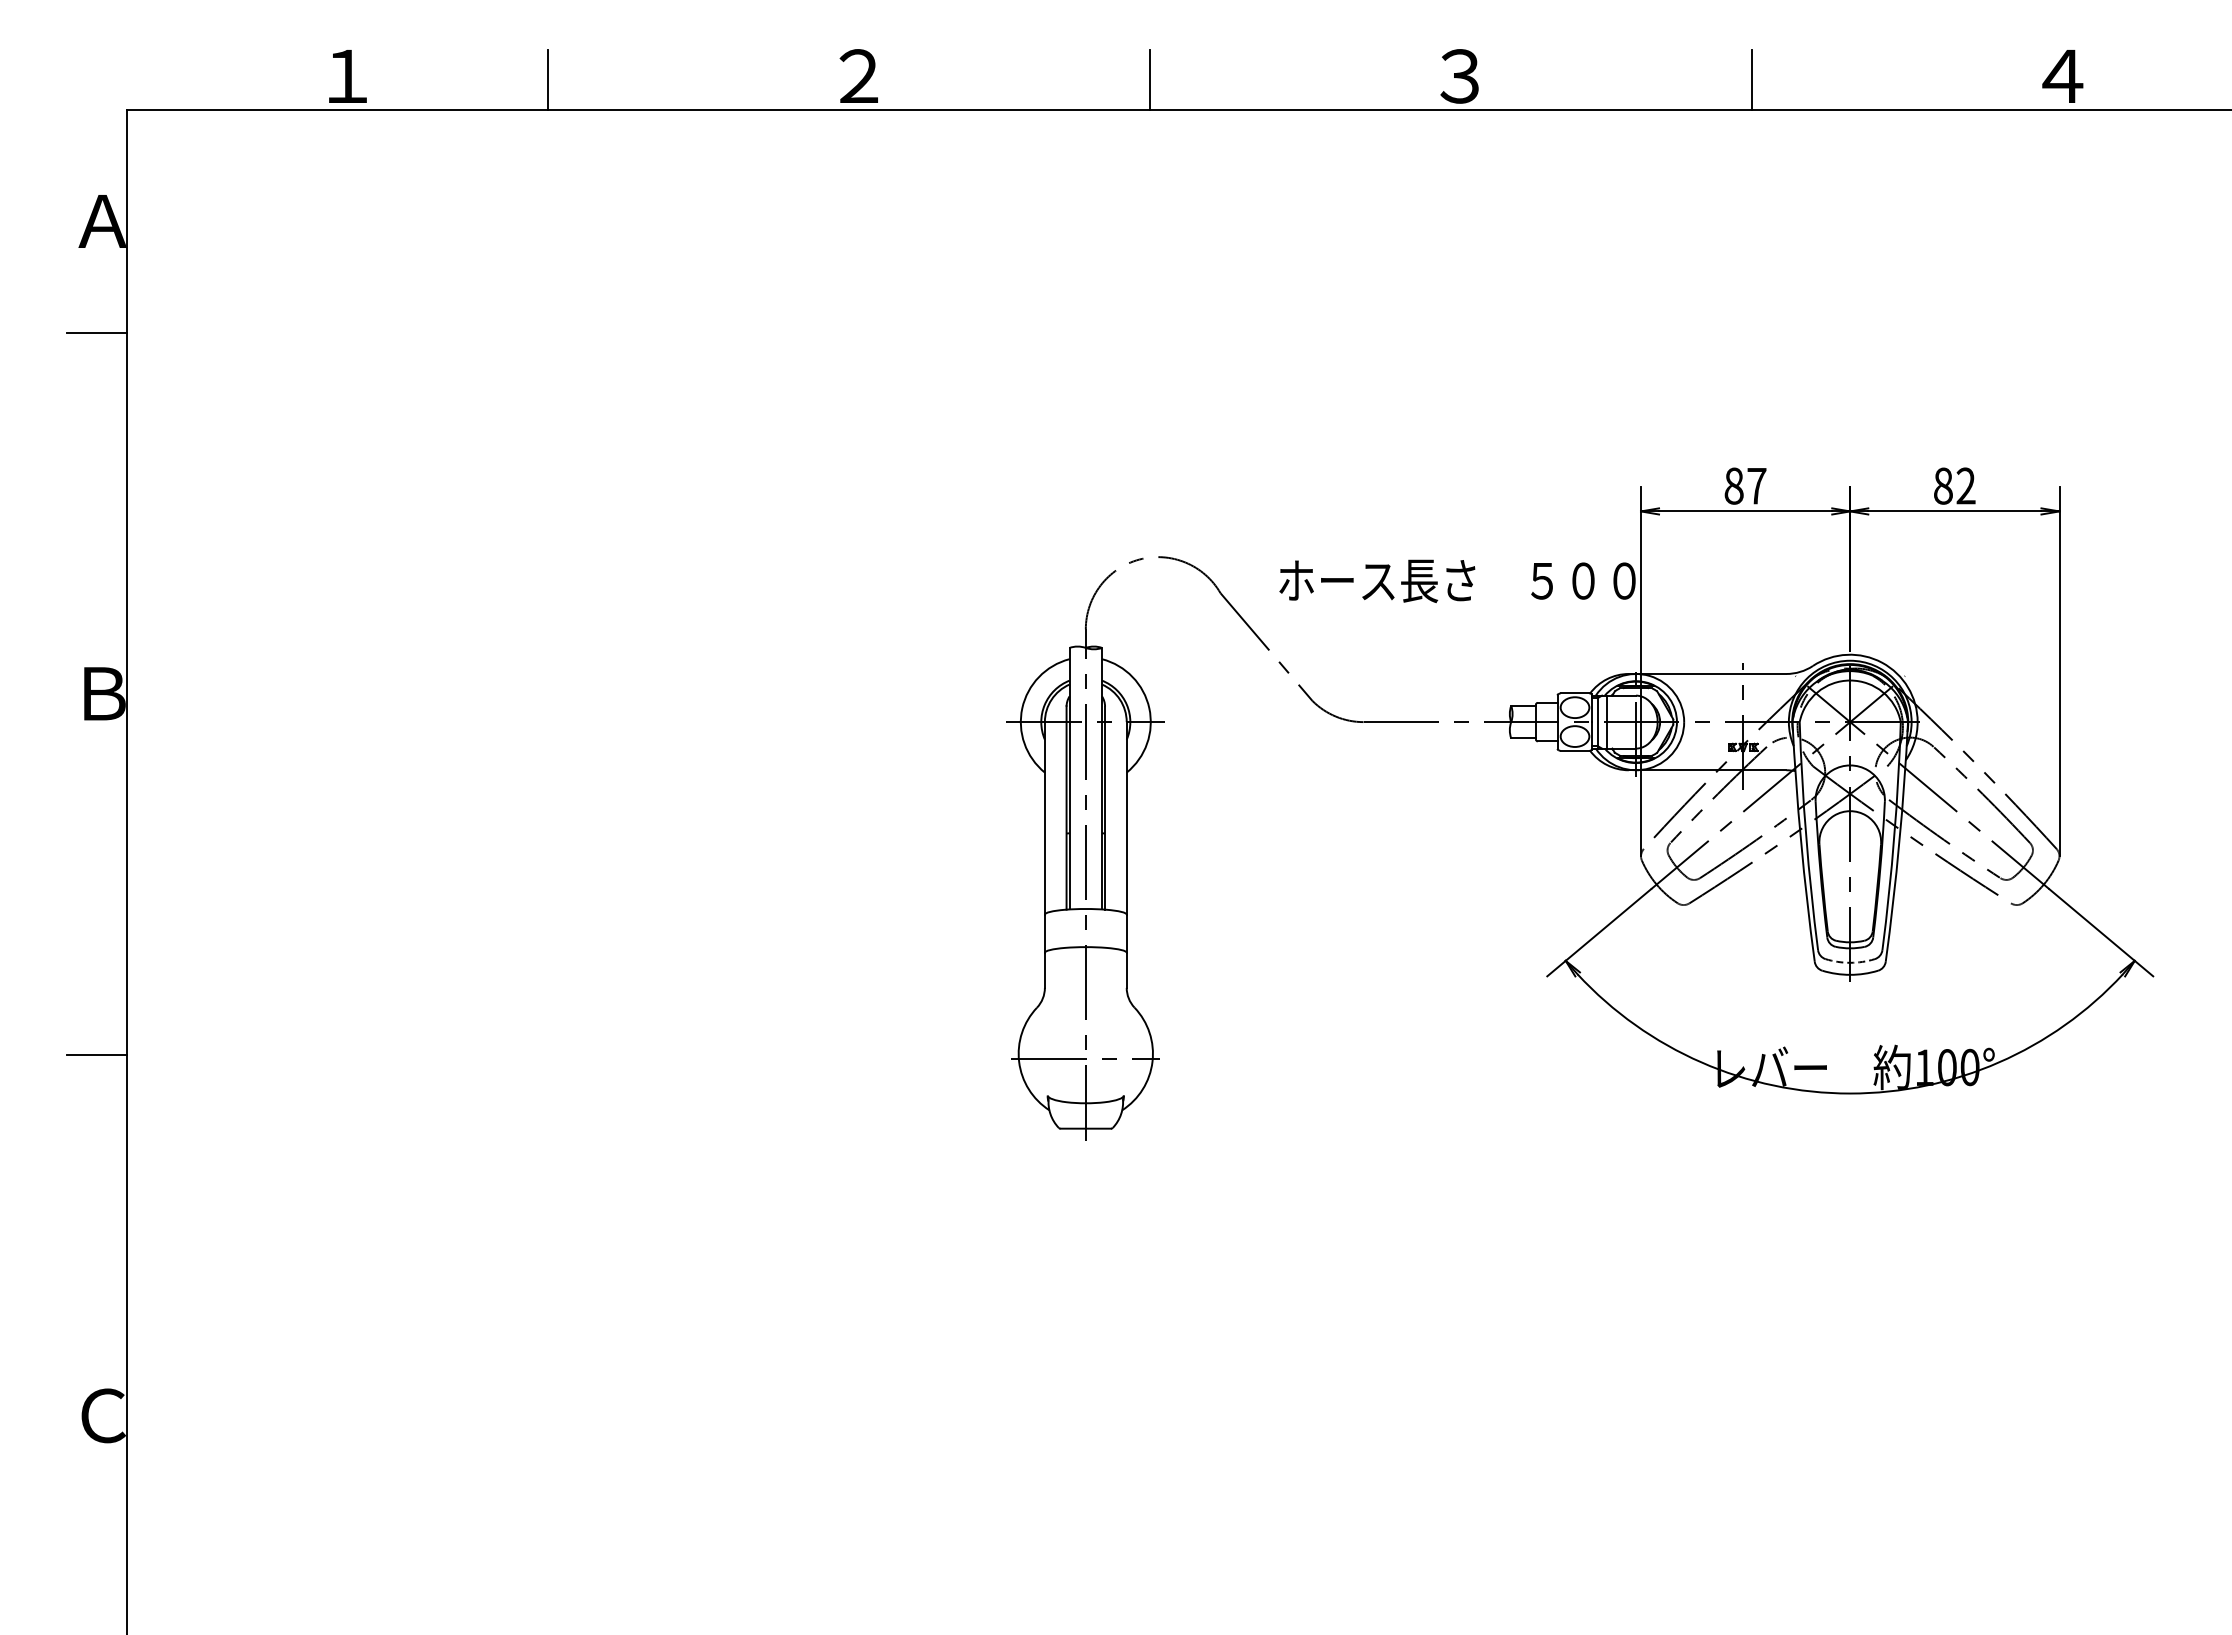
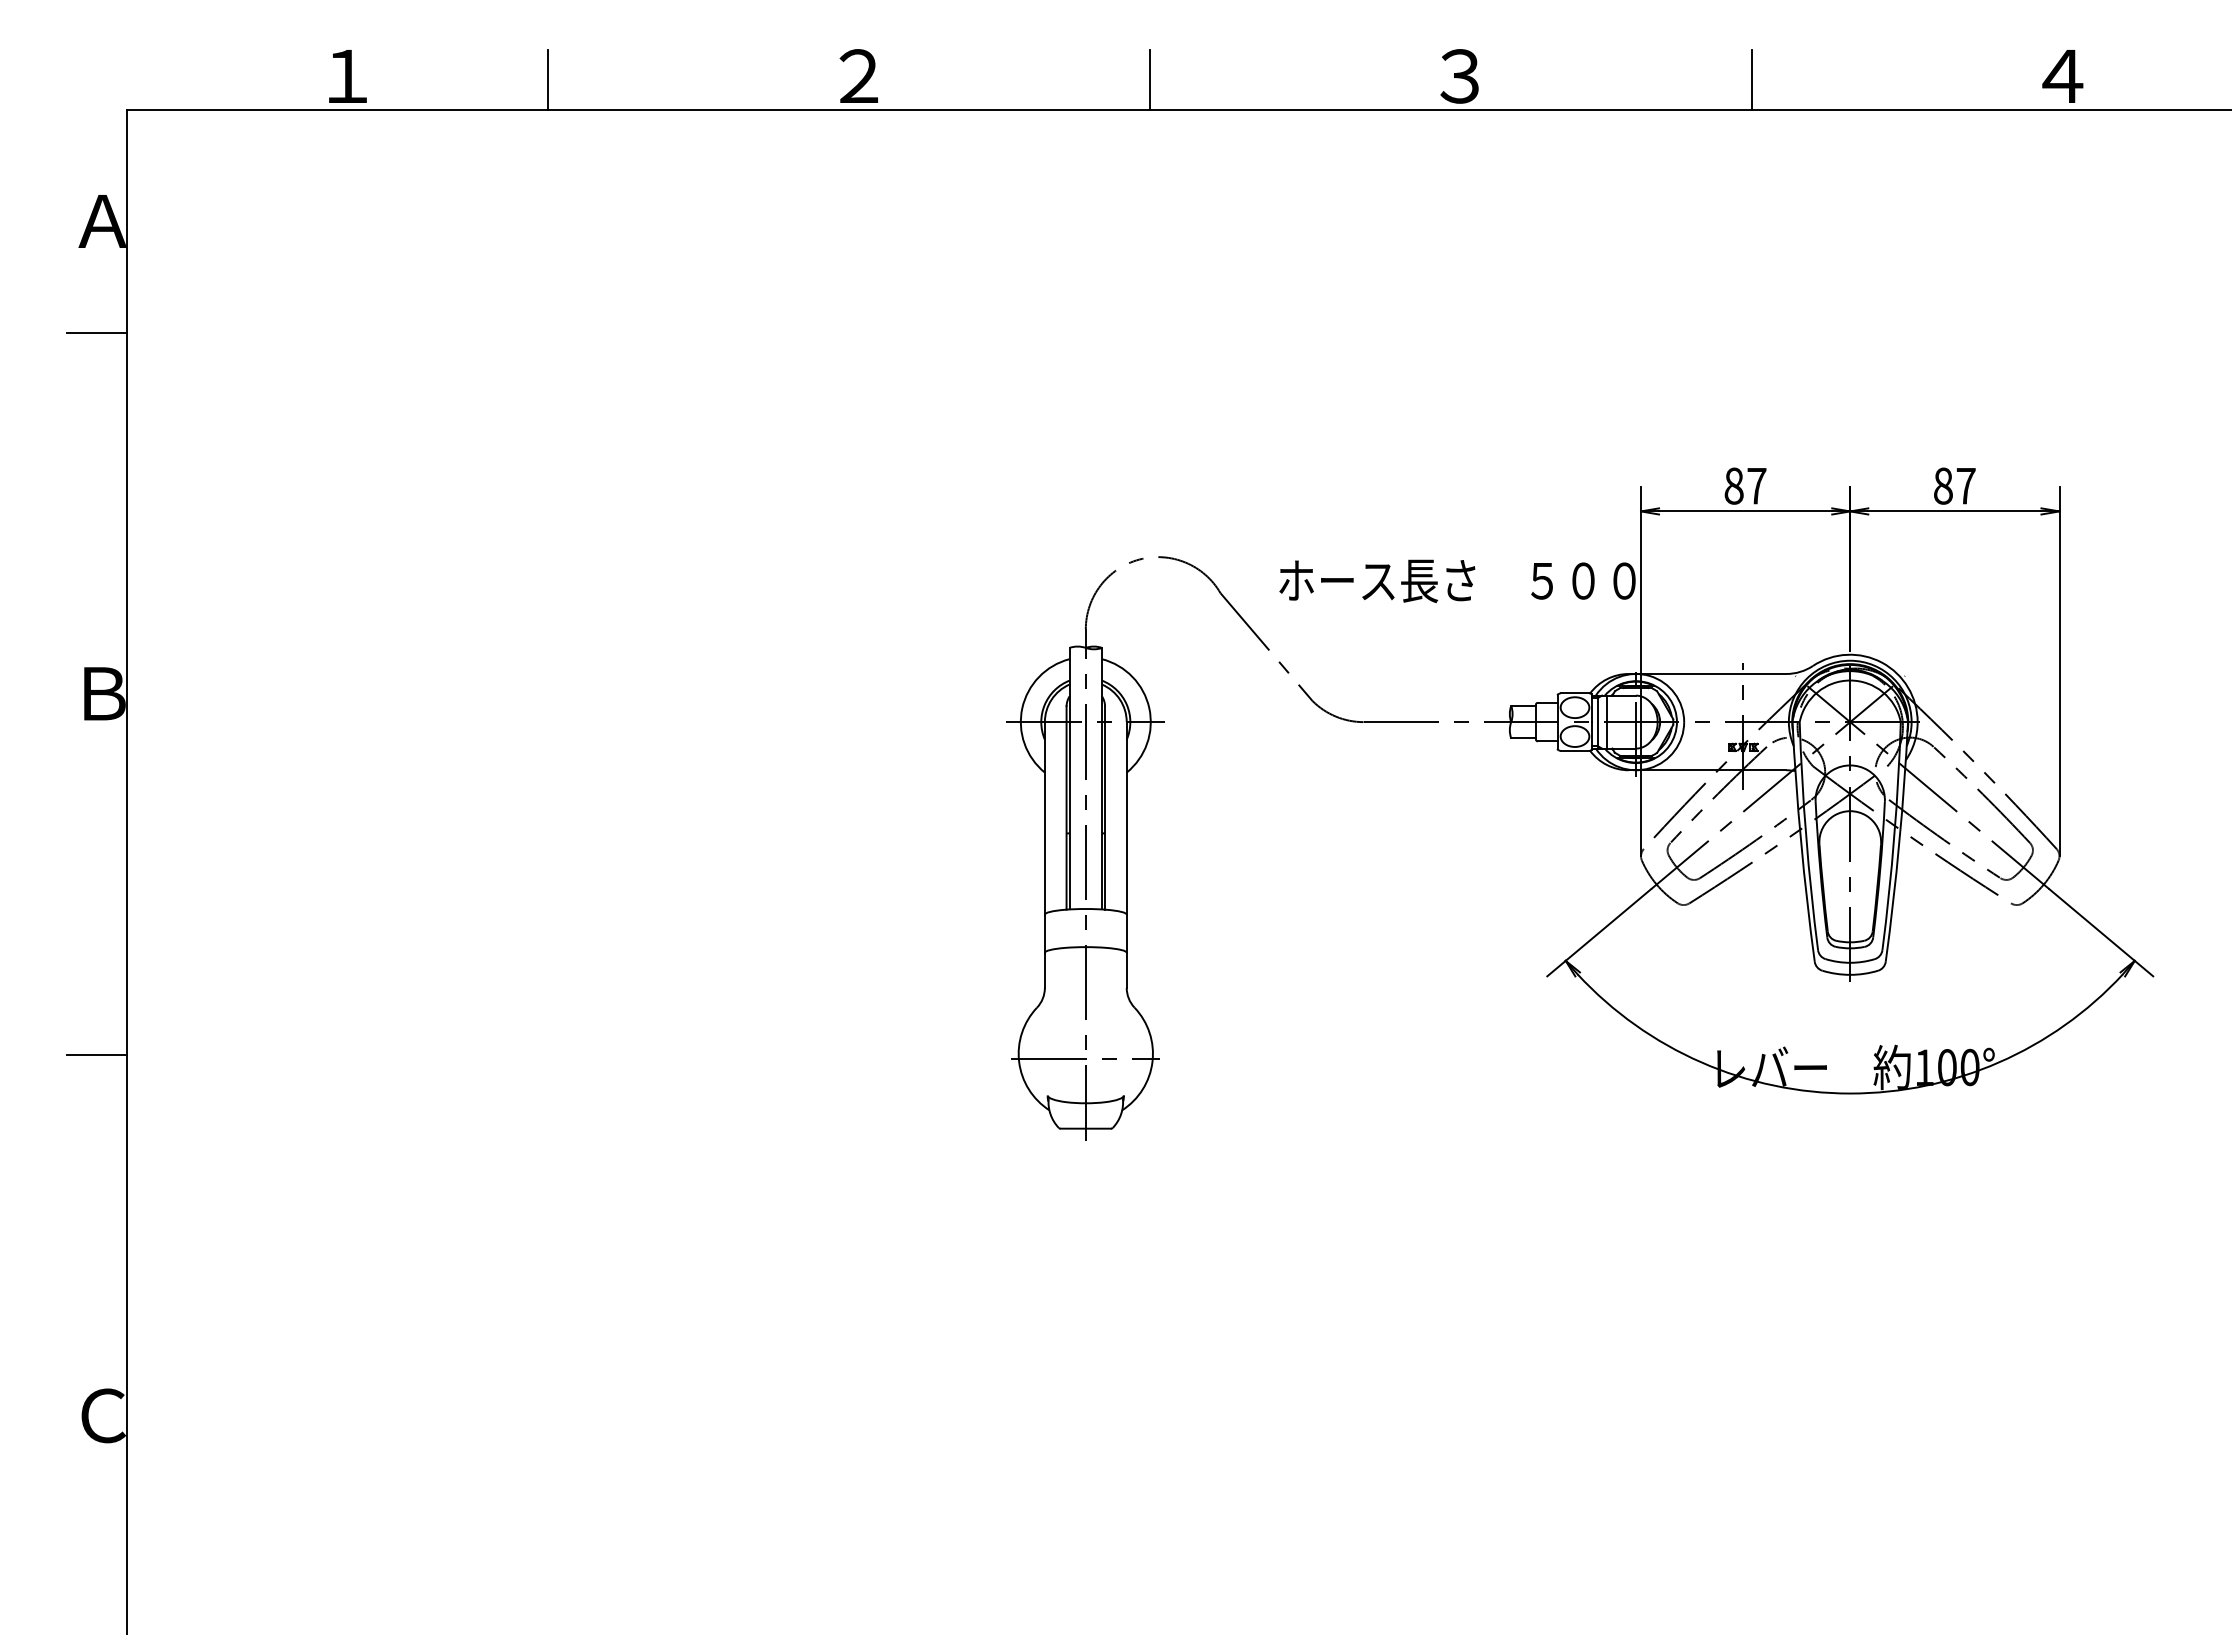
text at (1965, 485): 82 -> 87
arc at (1850, 962): dashed -> solid
